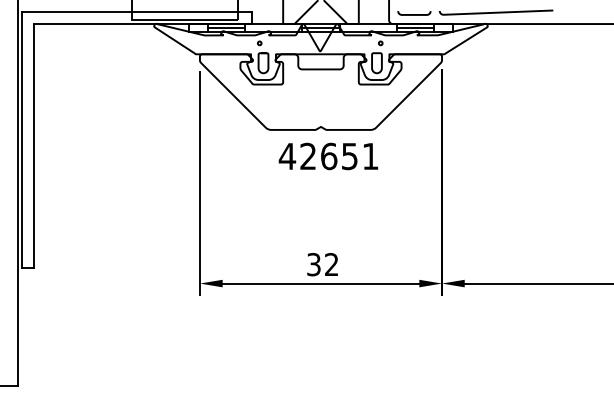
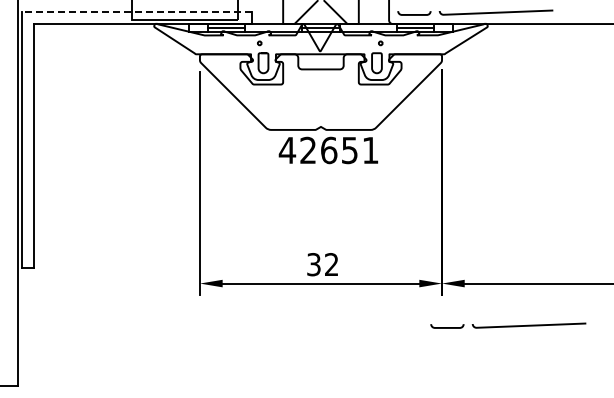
line at (136, 12): solid -> dashed
text at (328, 156) position: (328, 156) -> (328, 150)
part at (508, 325): none -> present
